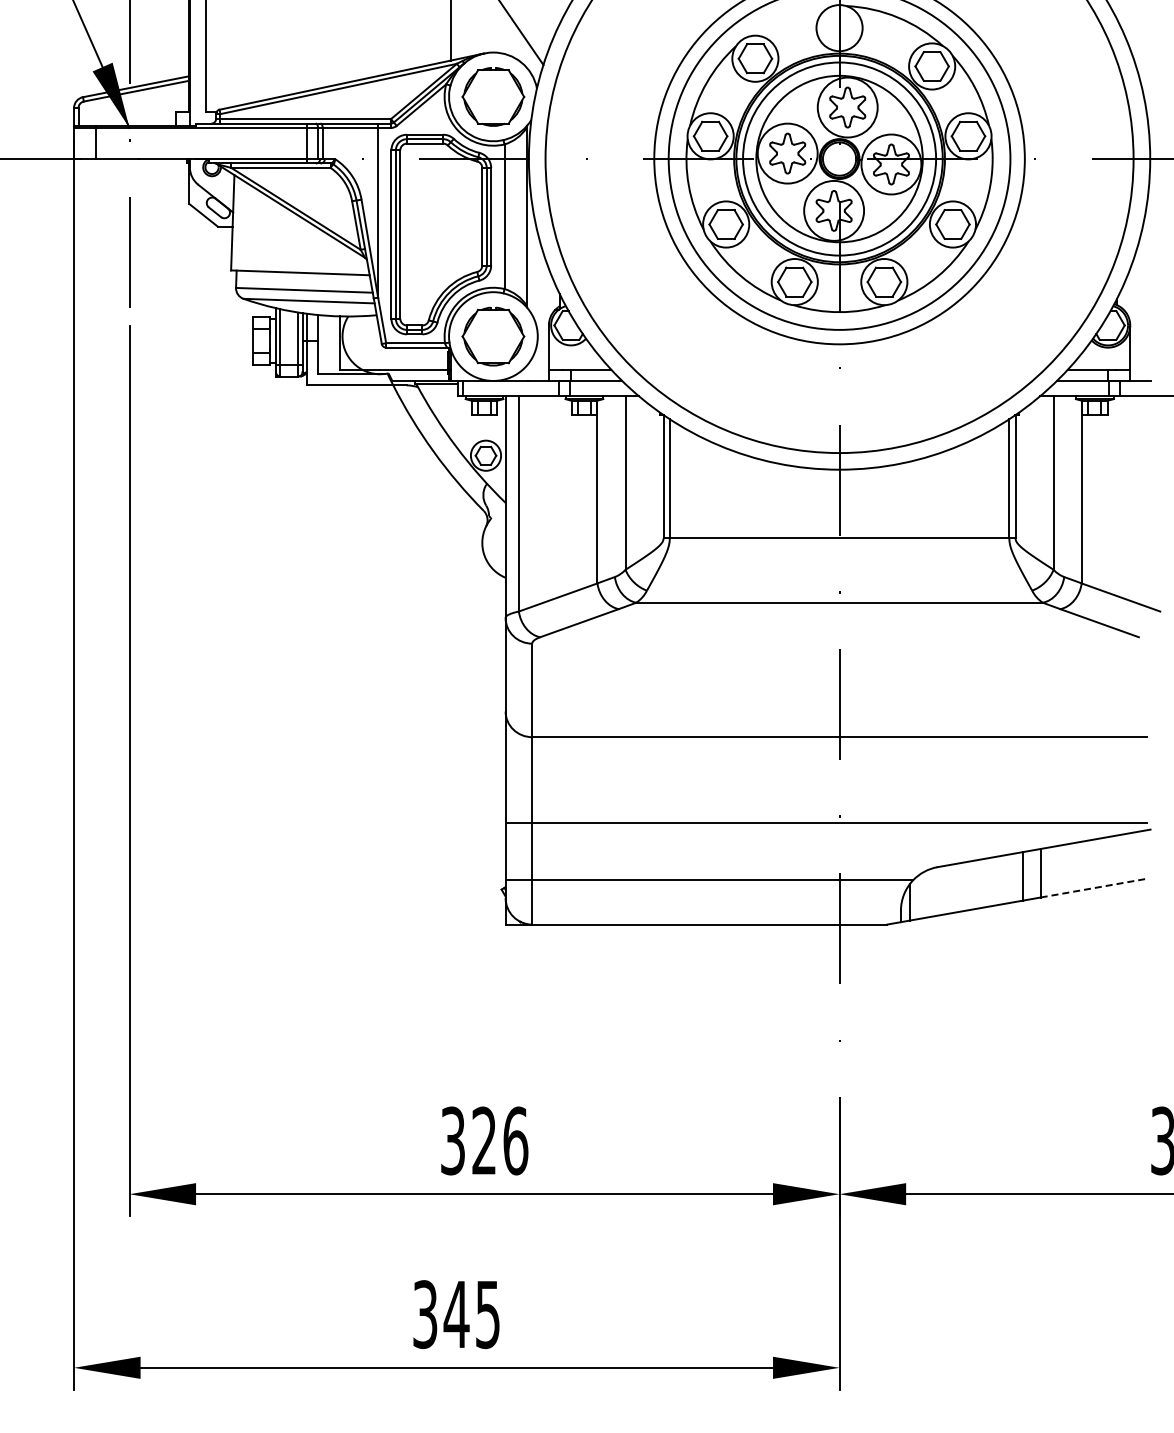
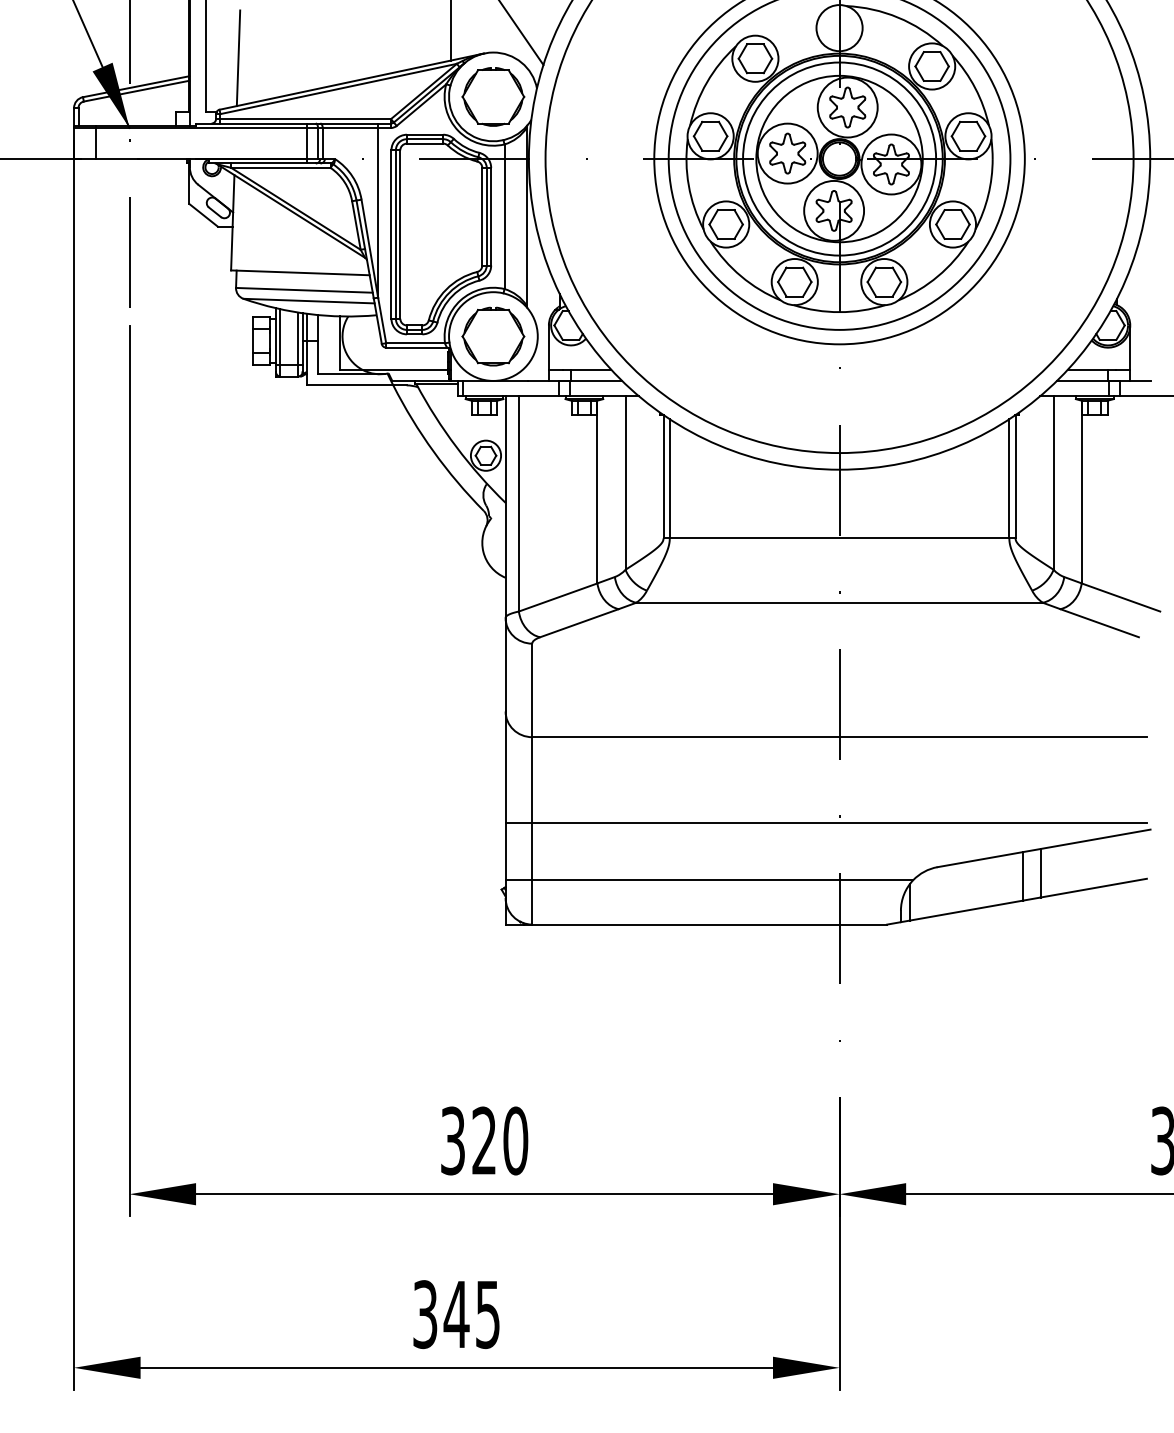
line at (238, 58): none -> present
line at (1093, 888): dashed -> solid
text at (515, 1140): 326 -> 320
